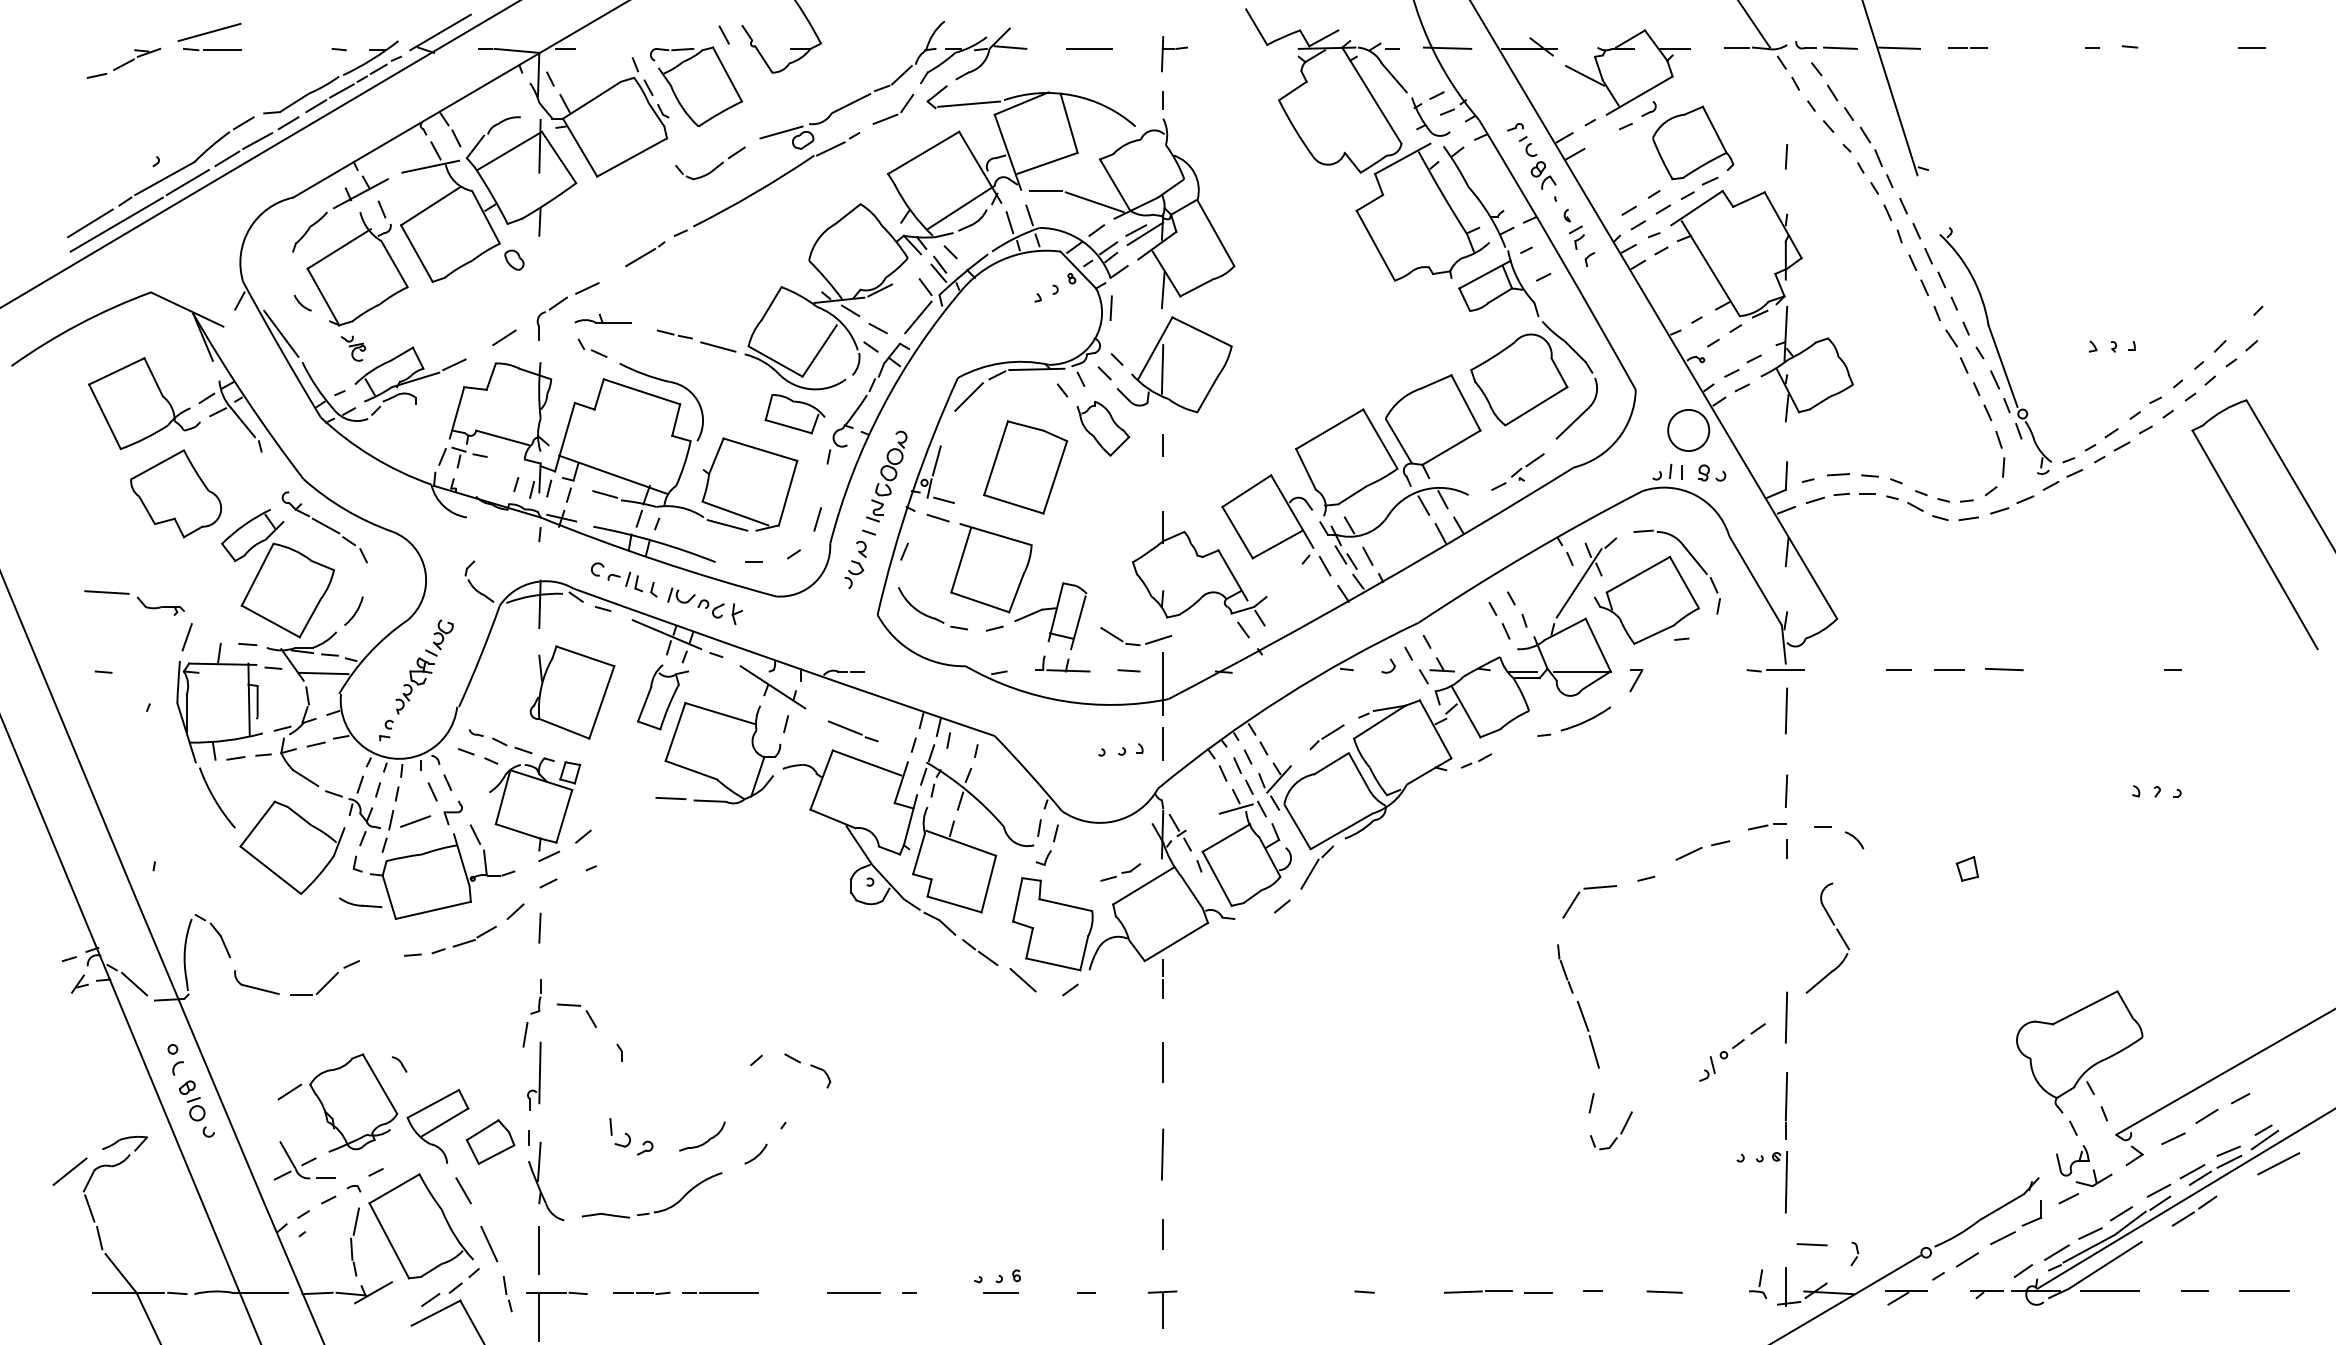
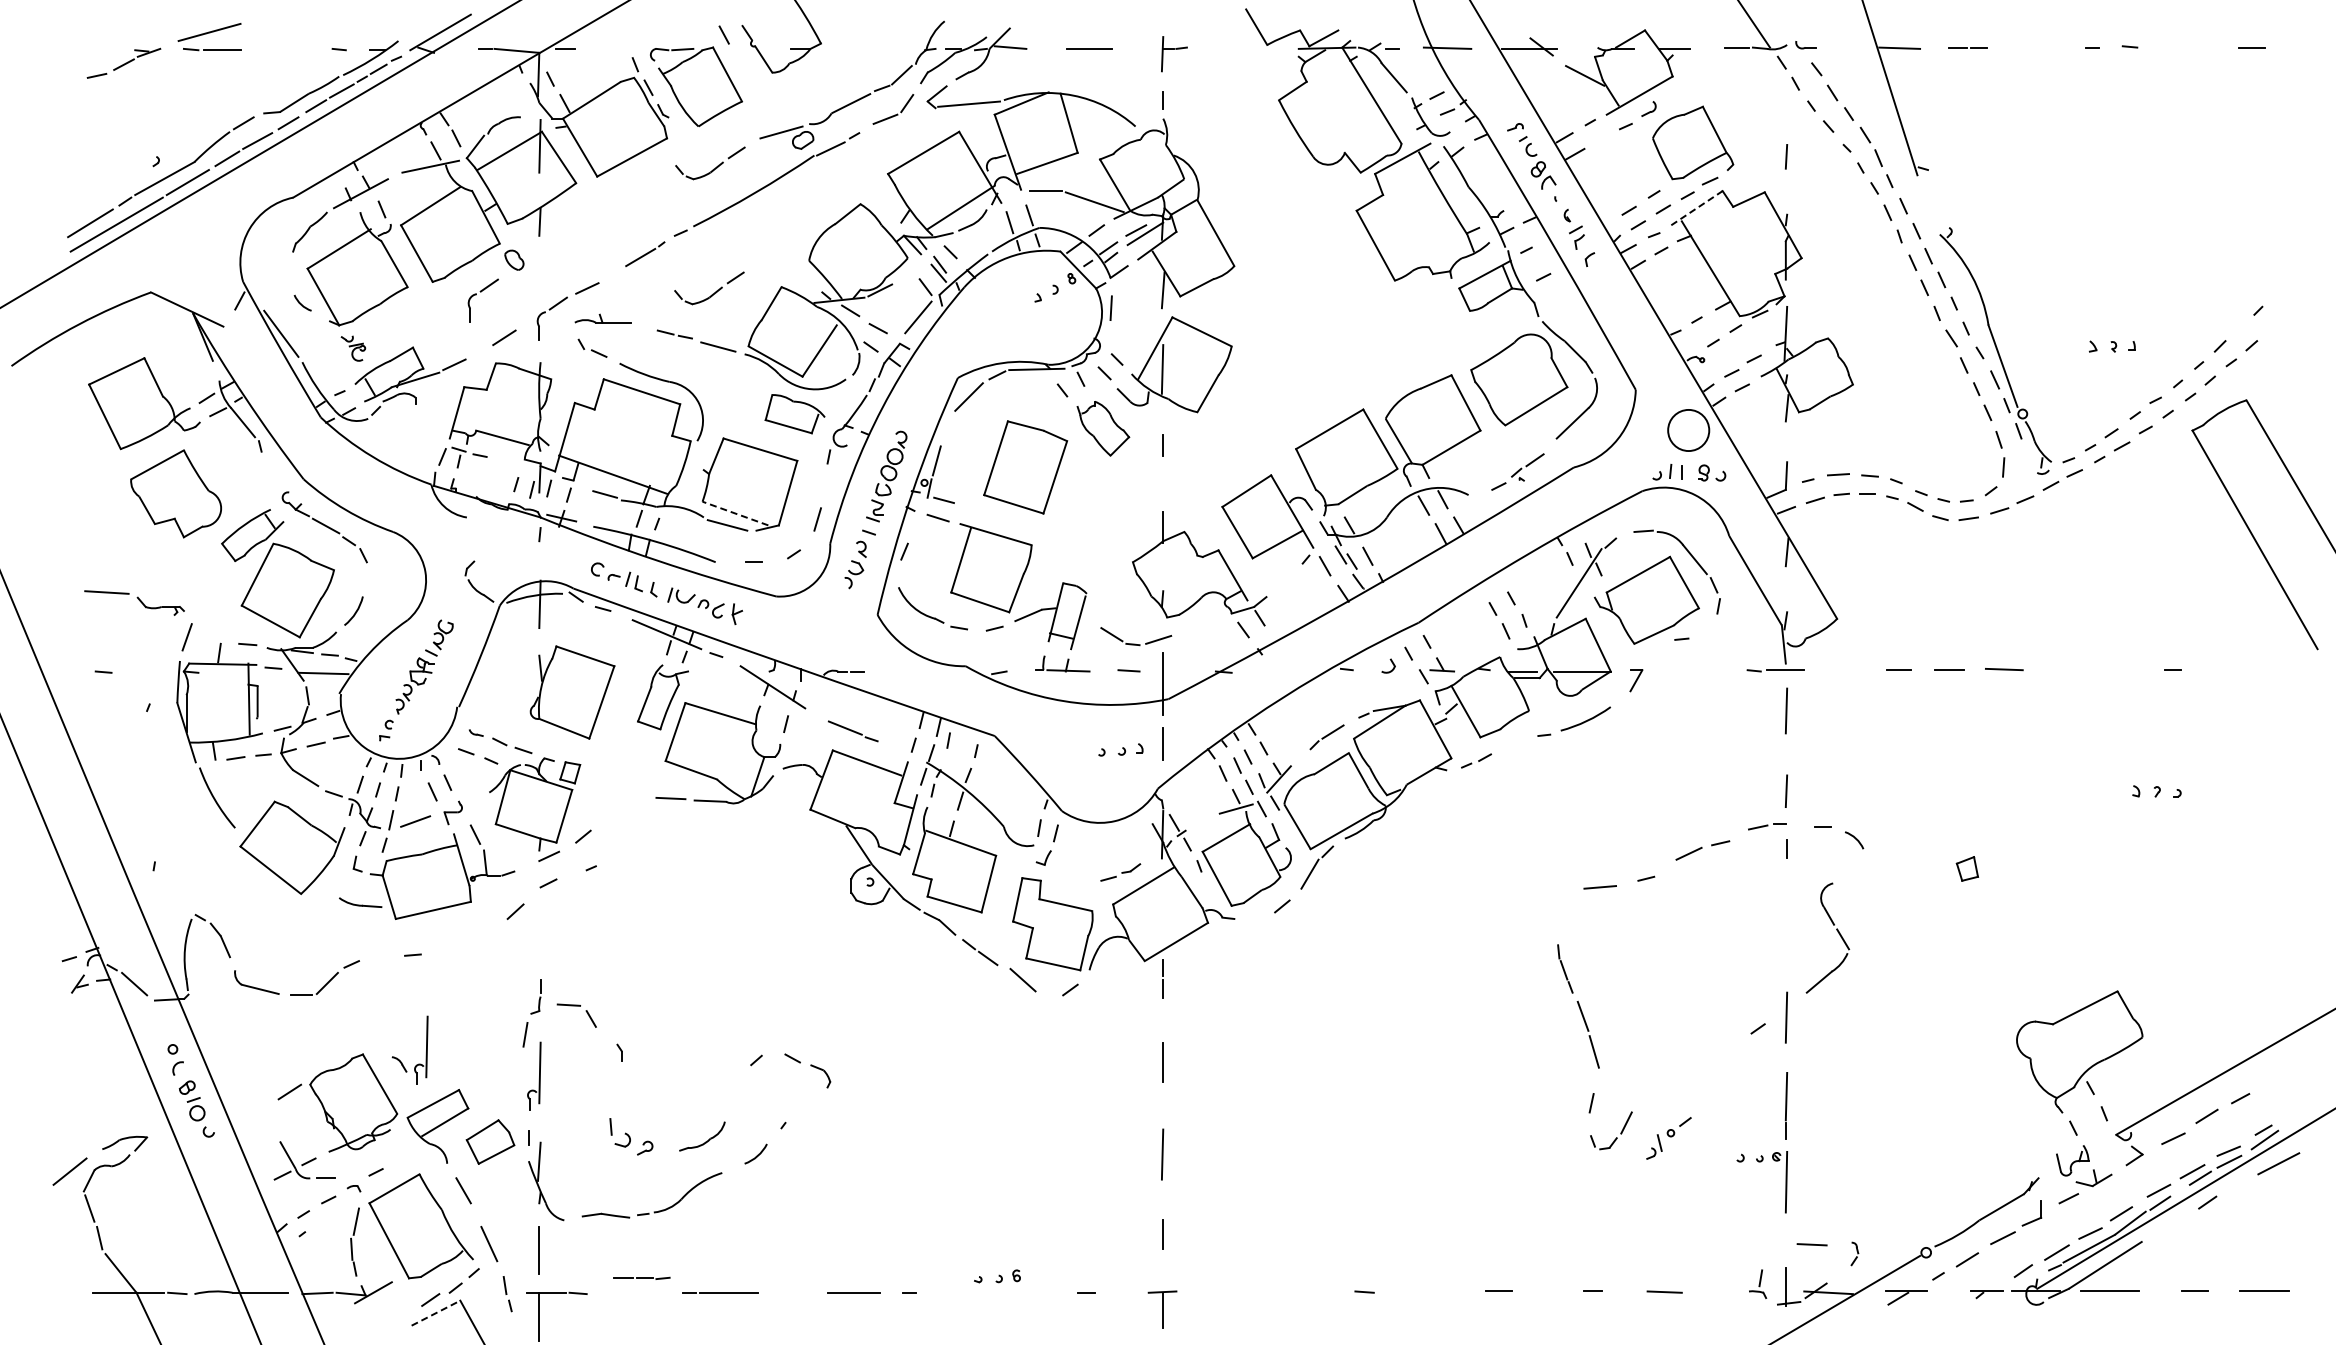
line at (1840, 47): present -> none
line at (1696, 208): solid -> dashed
part at (709, 288): none -> present
part at (476, 295): none -> present
line at (735, 513): solid -> dashed
line at (1571, 904): present -> none
line at (539, 927): present -> none
part at (463, 939): present -> none
part at (421, 1049): none -> present
part at (1721, 1060) position: (1721, 1060) -> (1668, 1138)
line at (2182, 1218): present -> none
line at (1462, 1291): present -> none
part at (641, 1292) position: (641, 1292) -> (641, 1277)
line at (1001, 1292): present -> none
line at (1538, 1292): present -> none
line at (436, 1312): solid -> dashed
